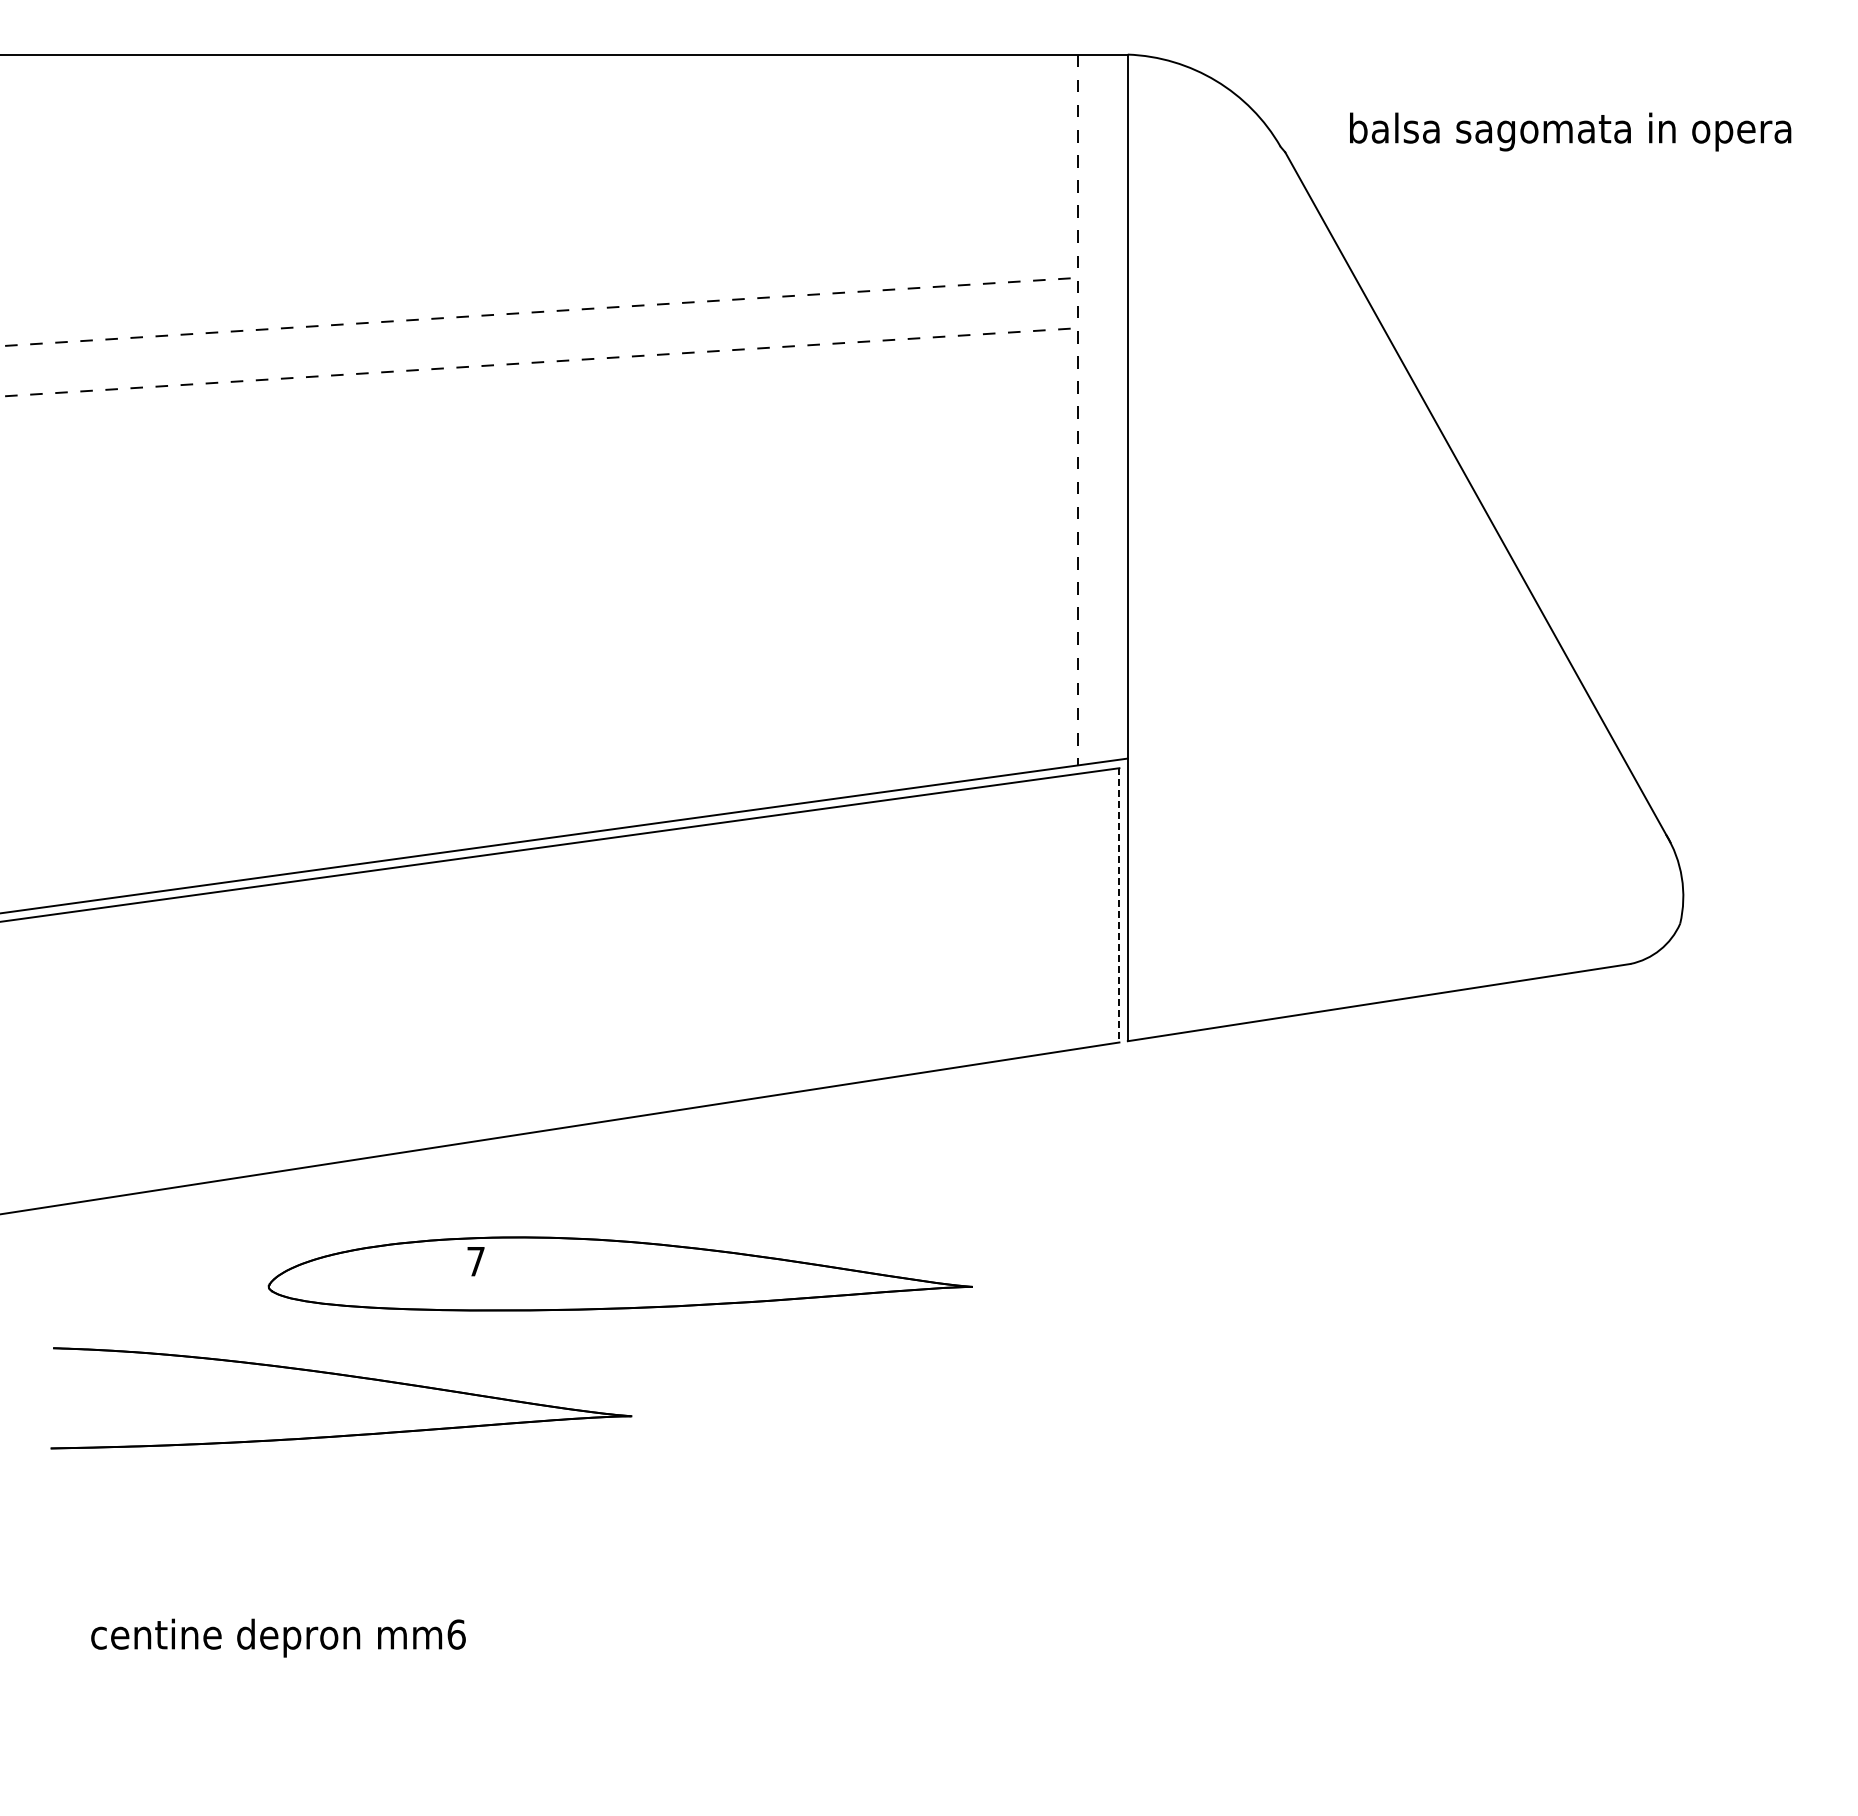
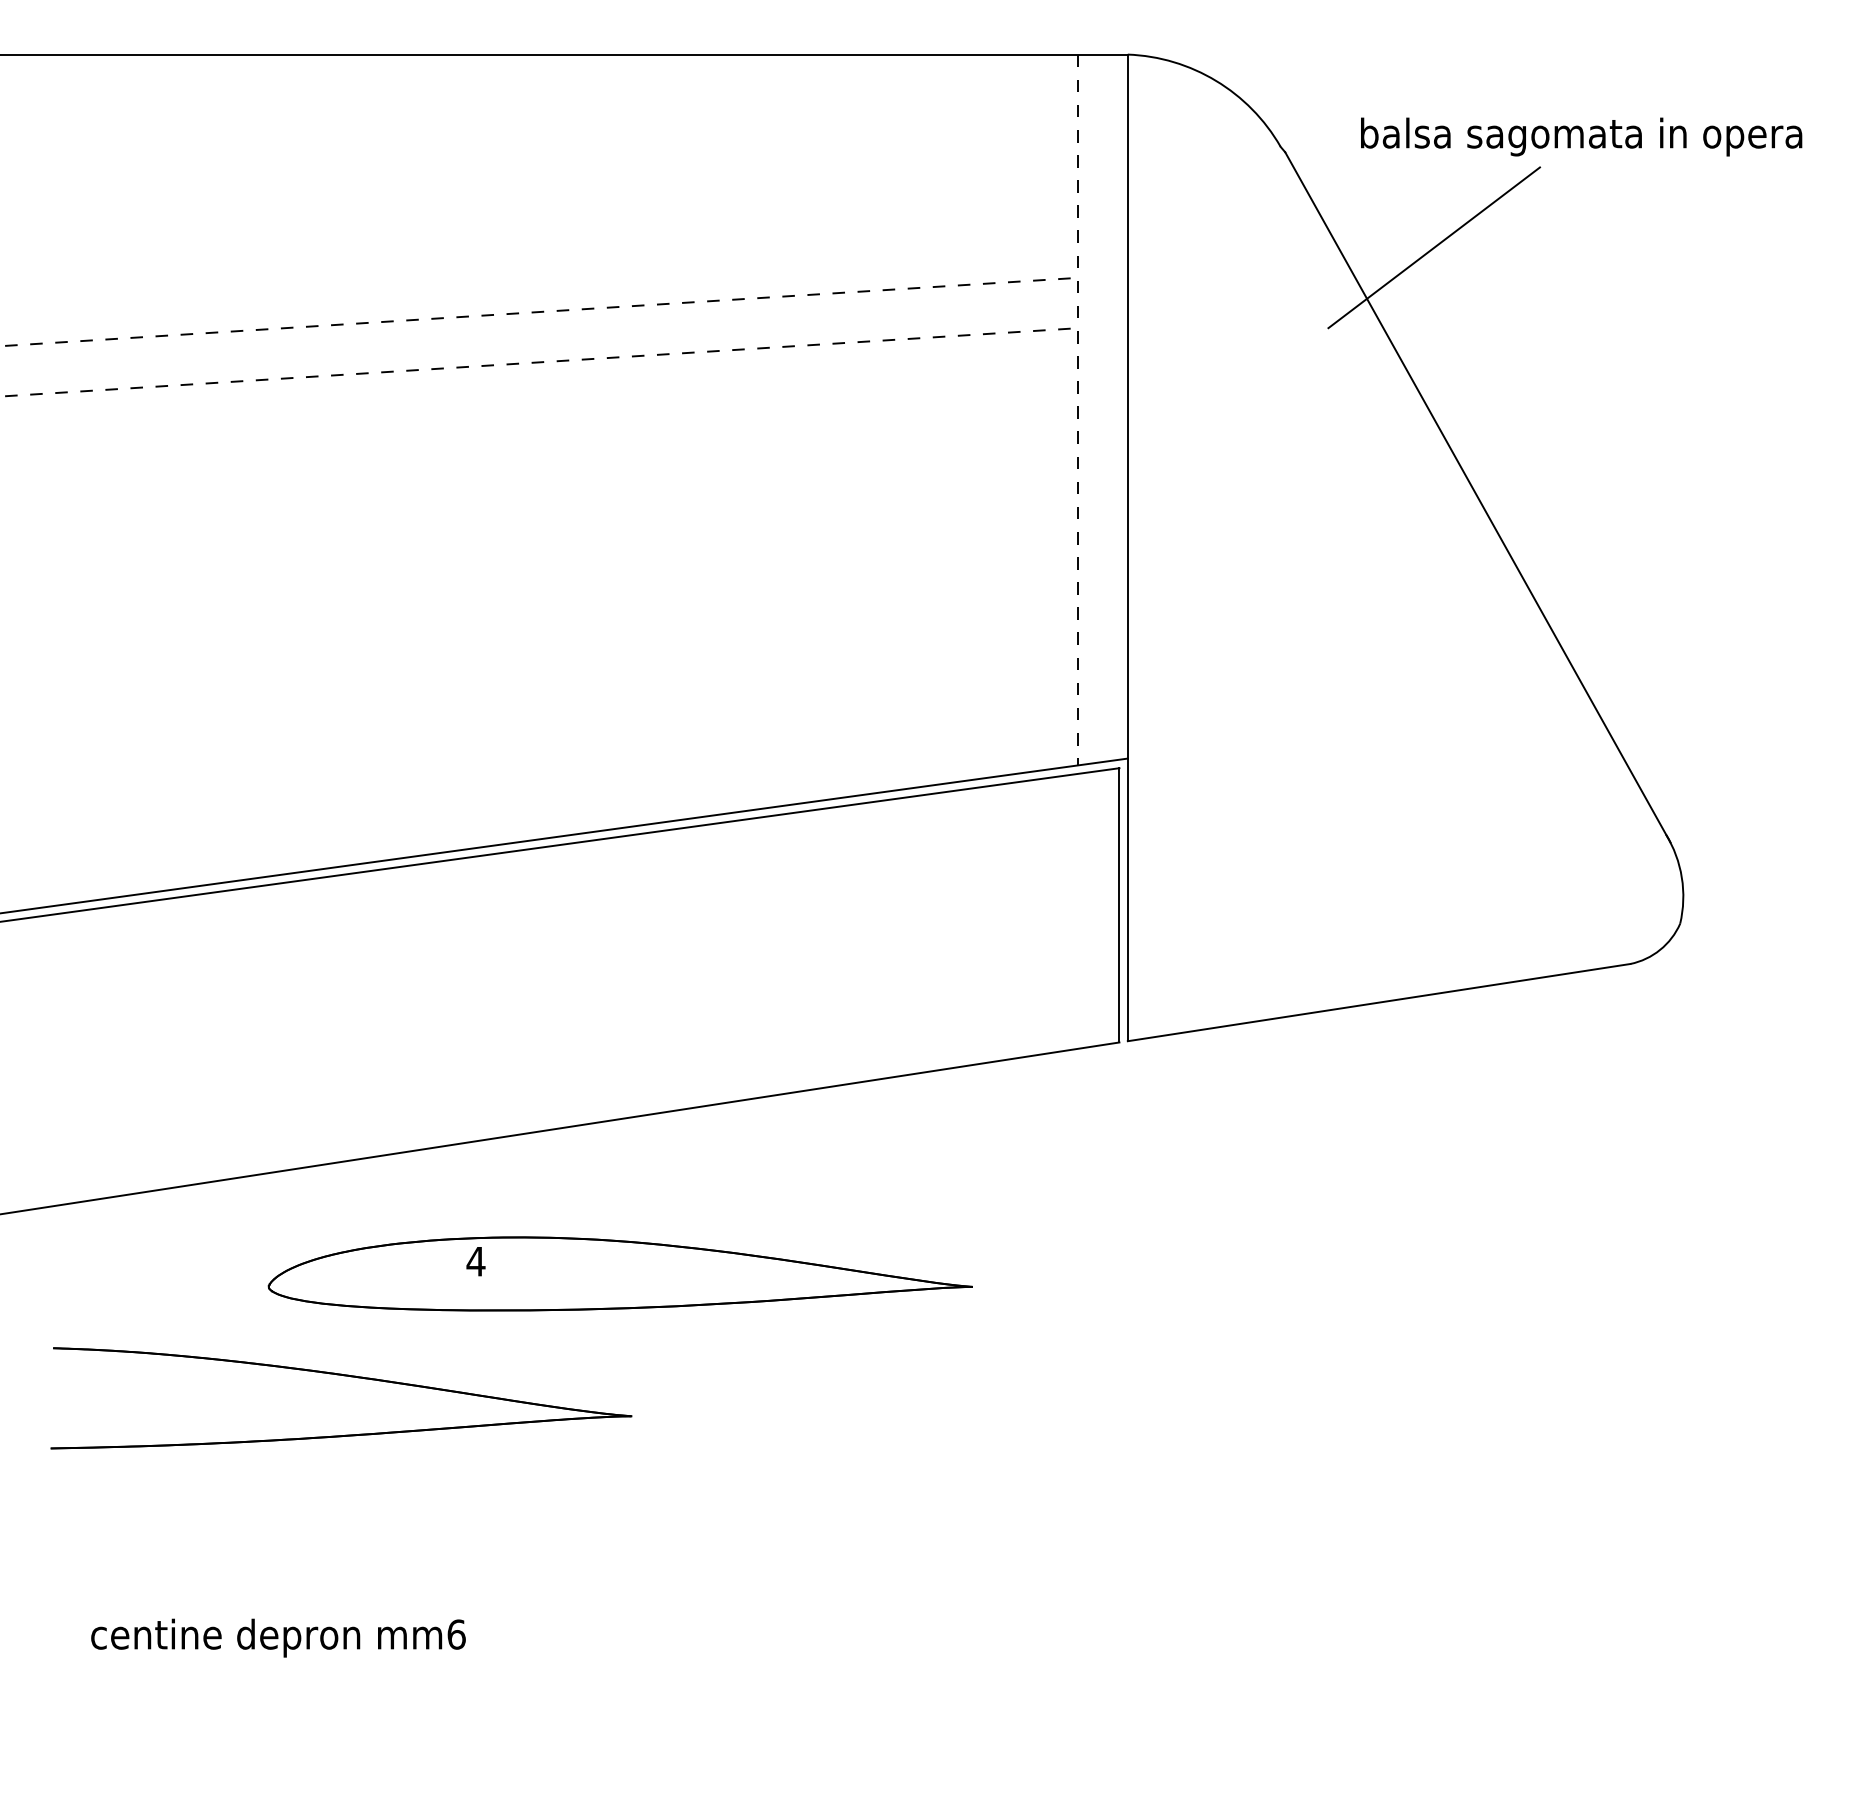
text at (1570, 131) position: (1570, 131) -> (1581, 136)
line at (1433, 247): none -> present
line at (1119, 905): dashed -> solid
text at (475, 1261): 7 -> 4
